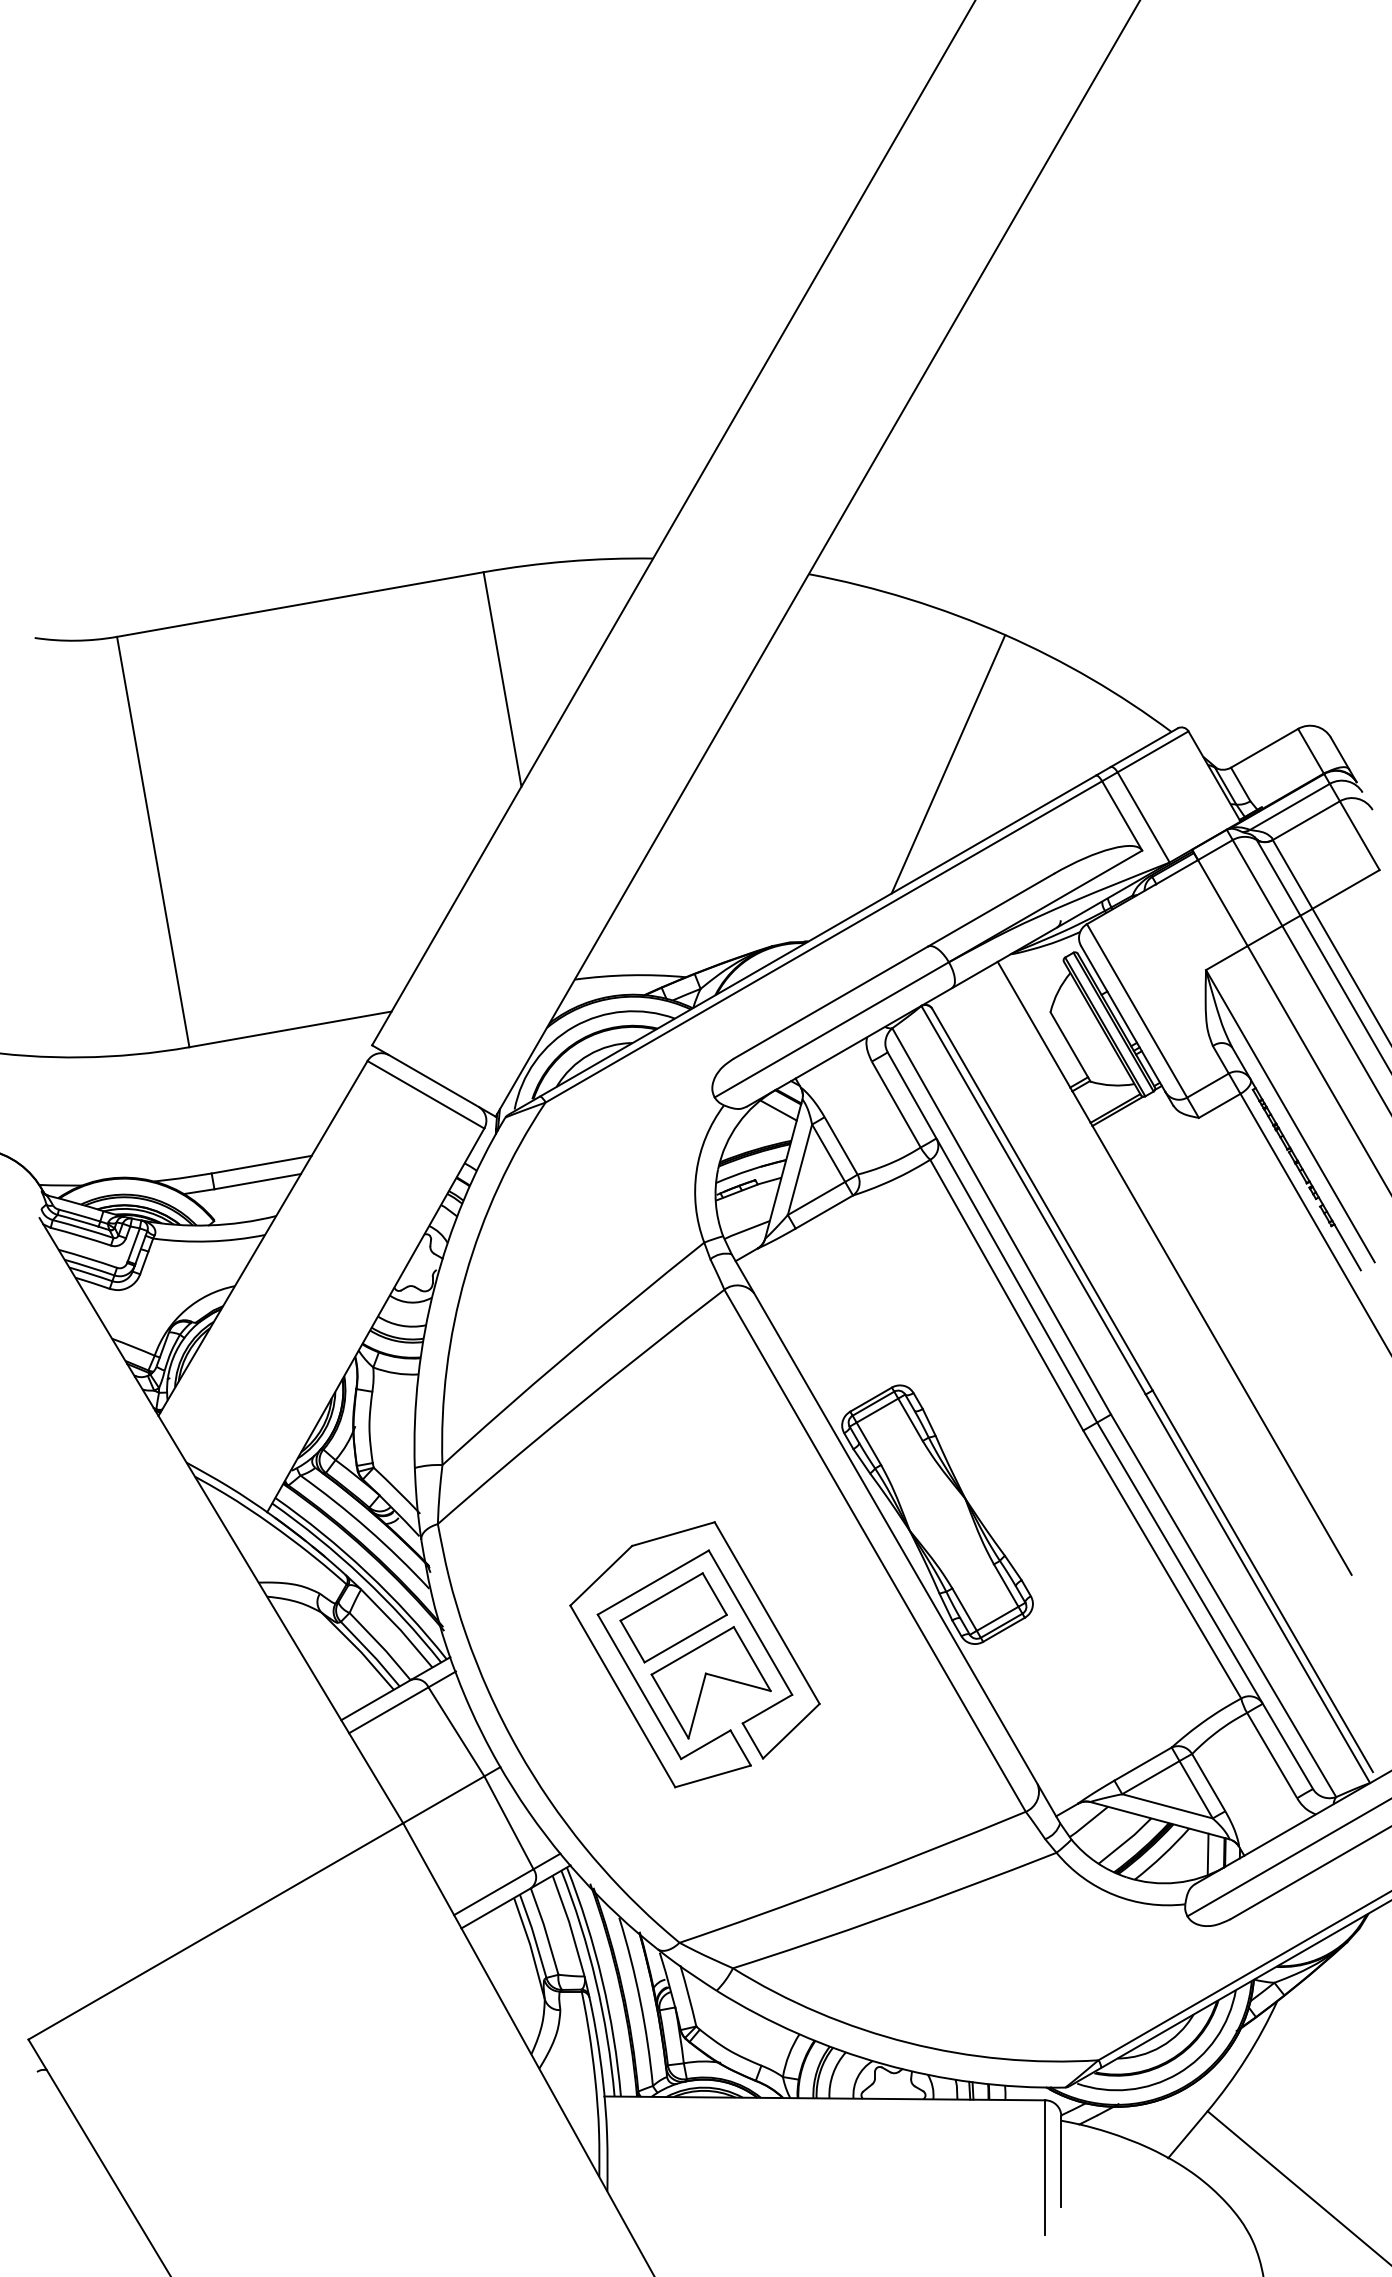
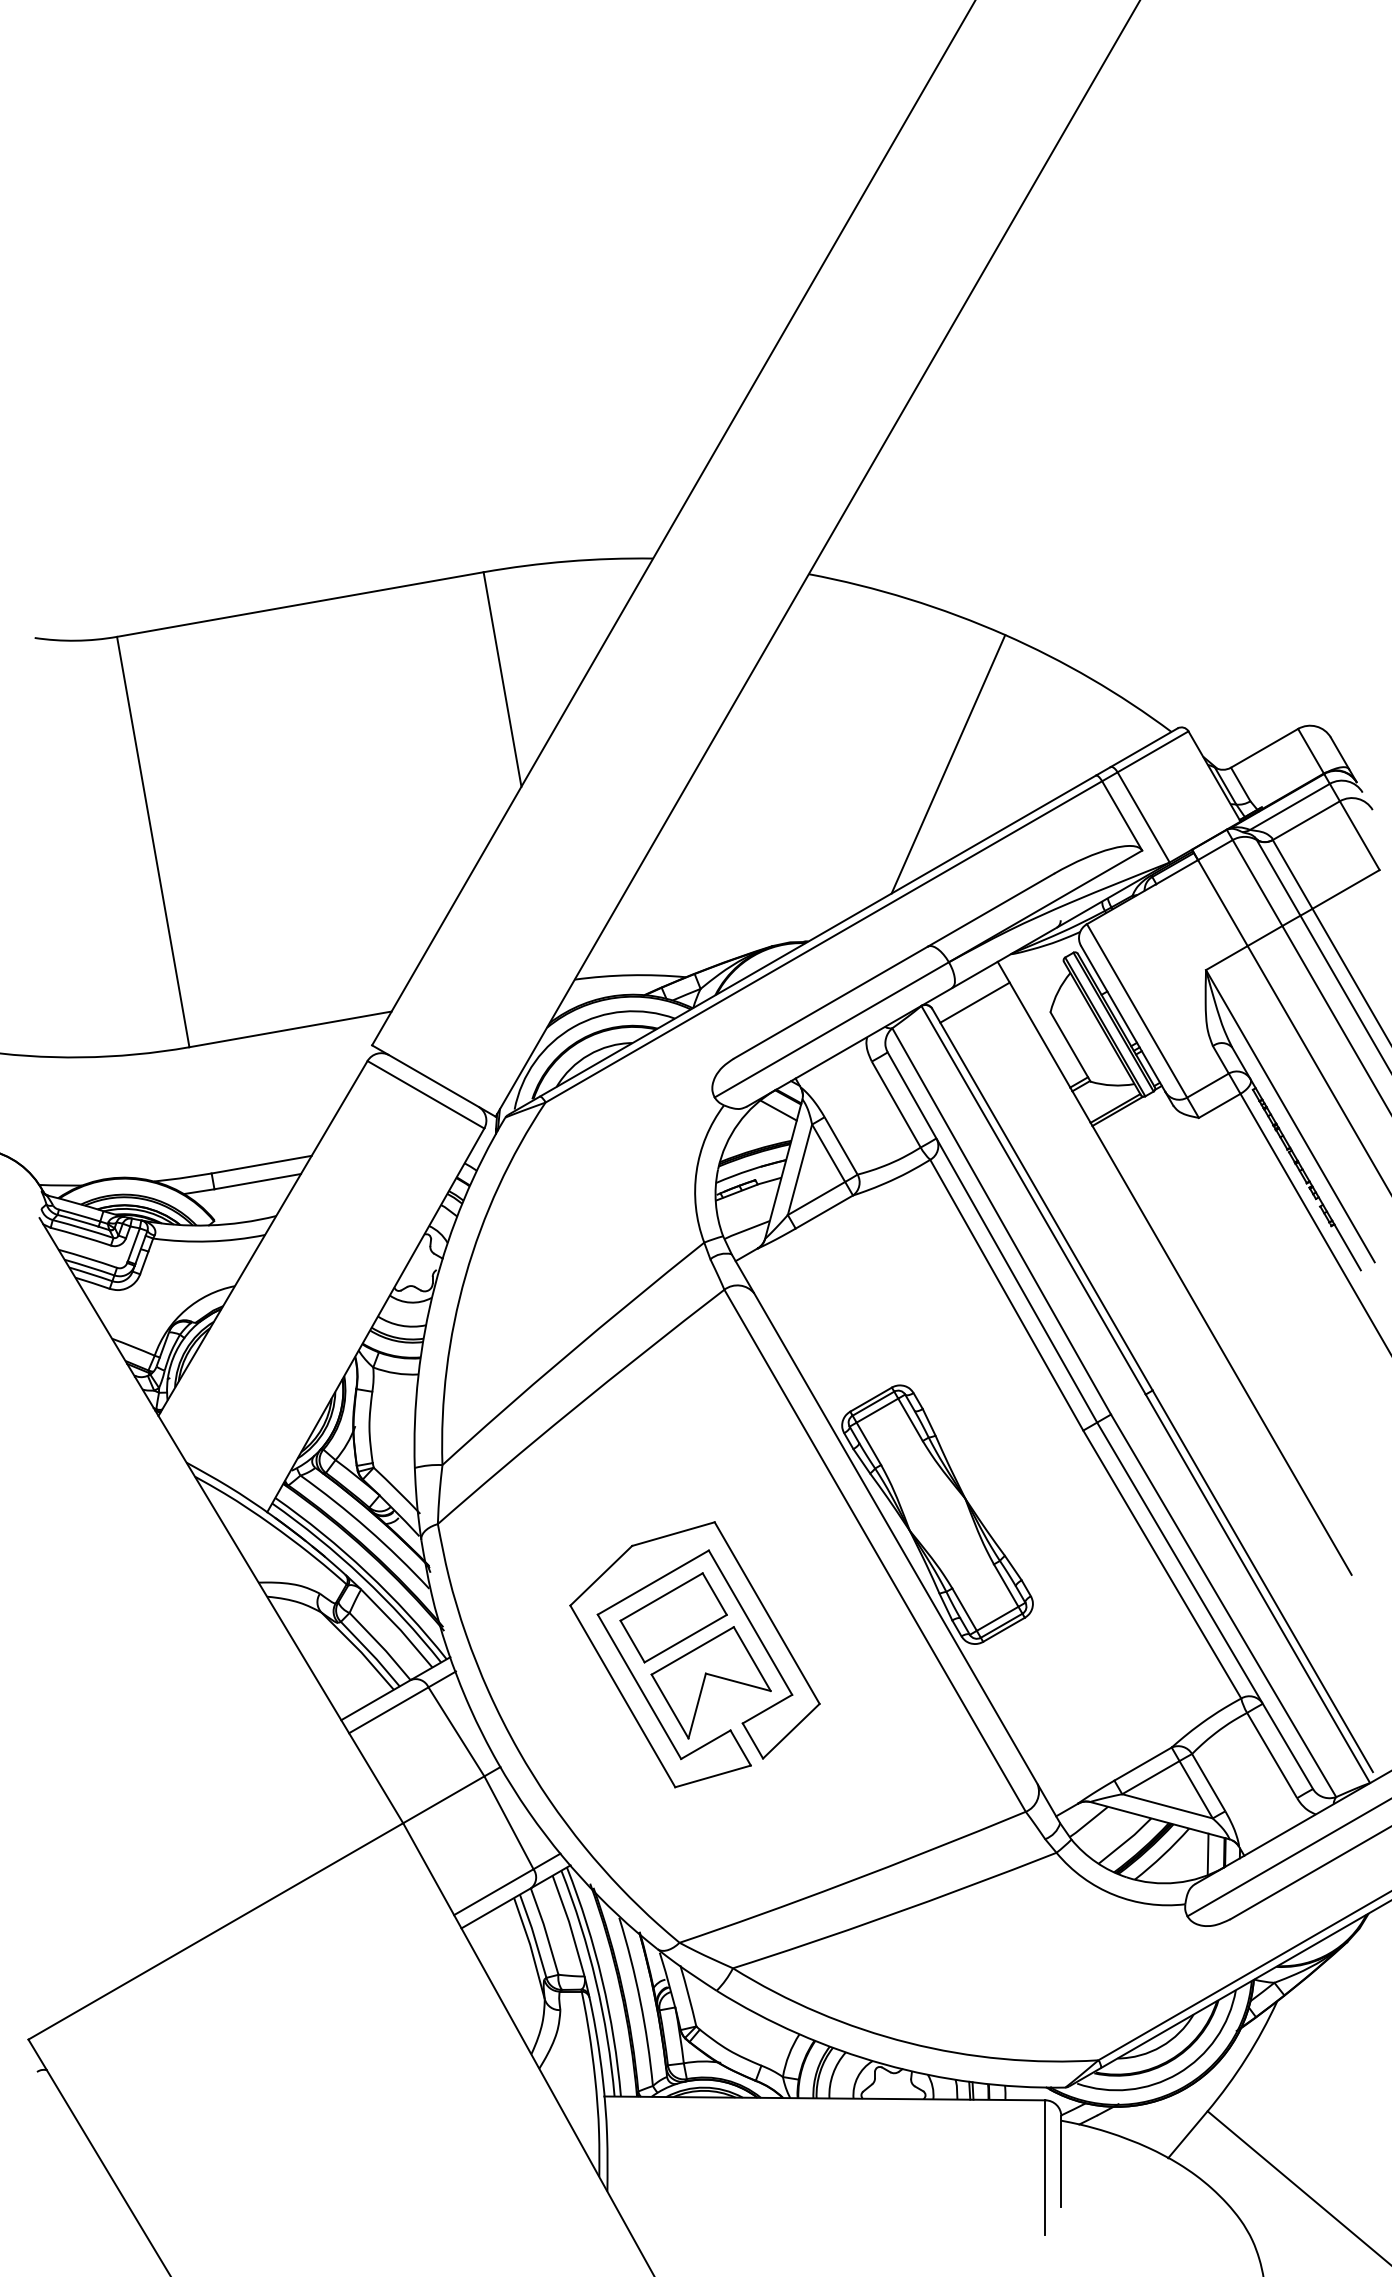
line at (974, 1002): none -> present
